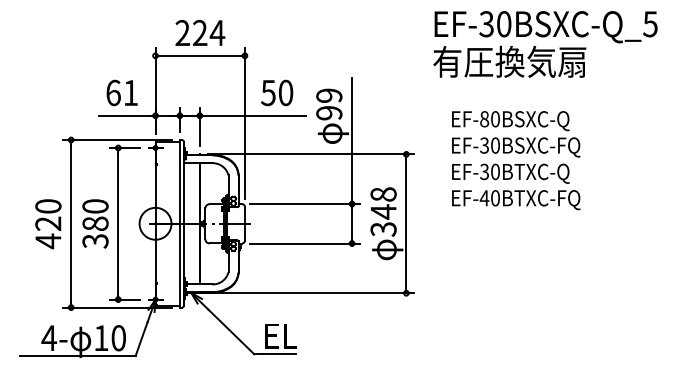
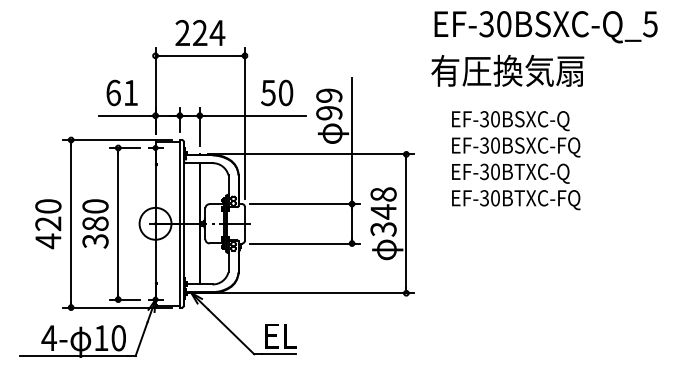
text at (509, 61) position: (509, 61) -> (507, 70)
text at (484, 119): EF-80BSXC-Q -> EF-30BSXC-Q
text at (484, 198): EF-40BTXC-FQ -> EF-30BTXC-FQ
